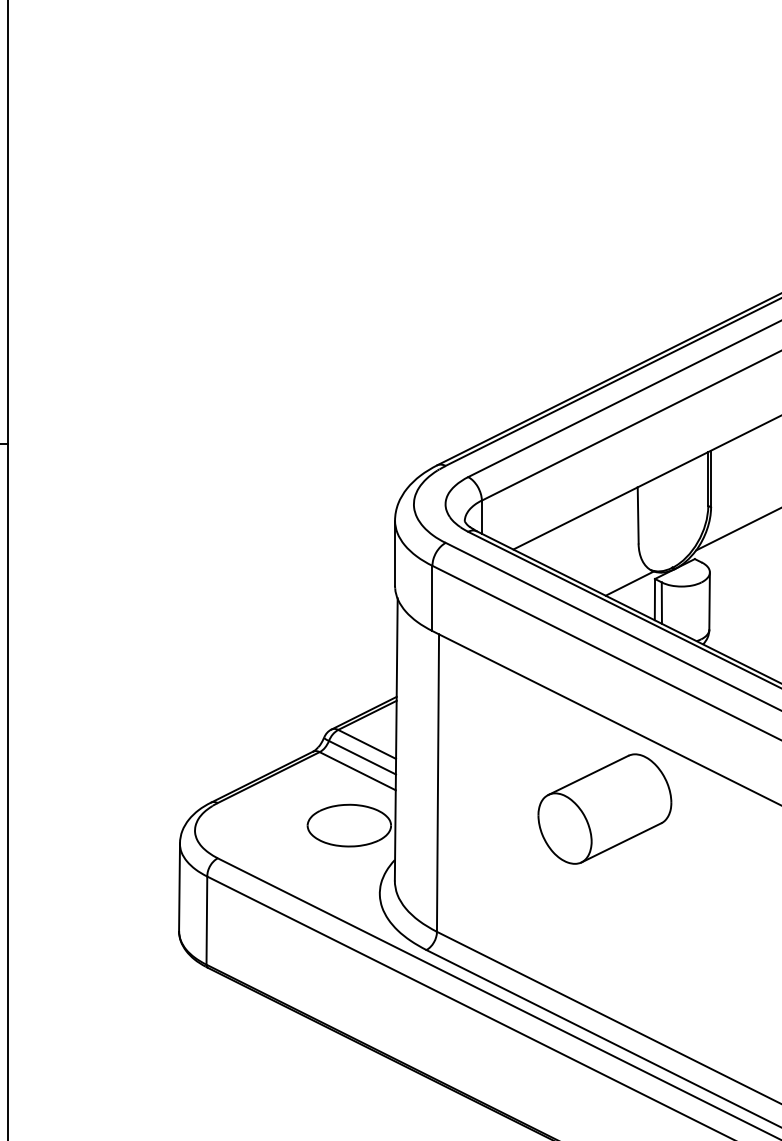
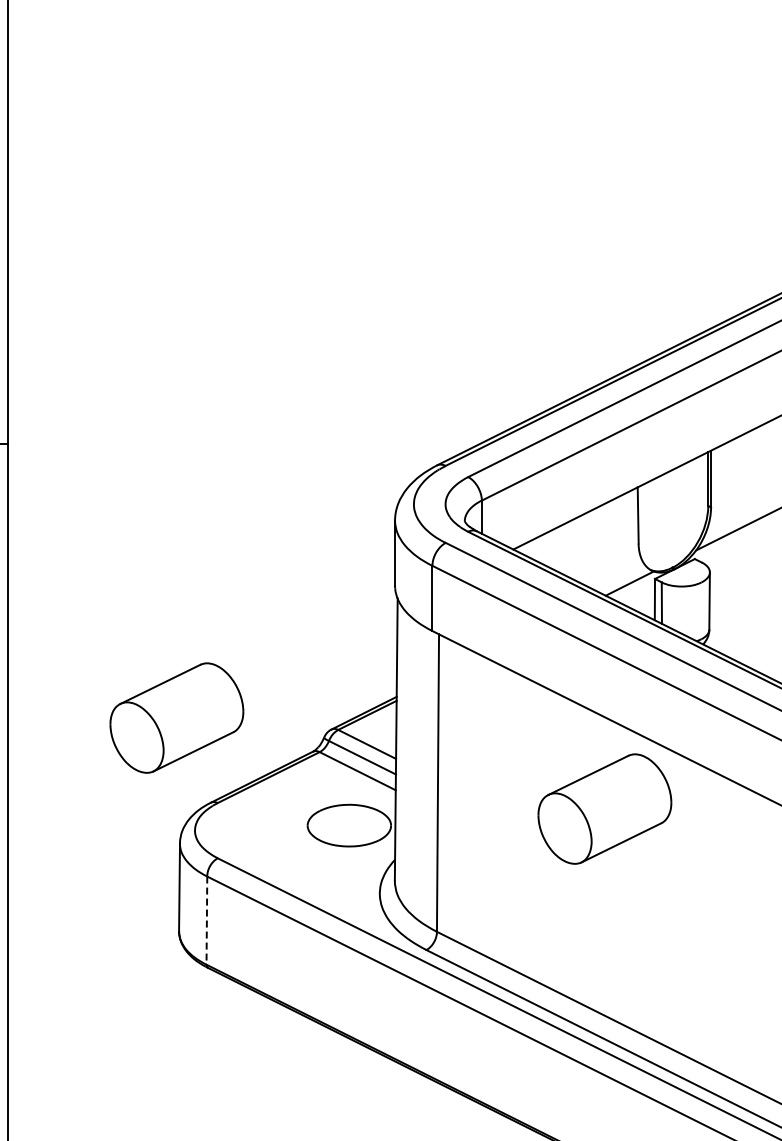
part at (176, 717): none -> present
line at (206, 921): solid -> dashed
